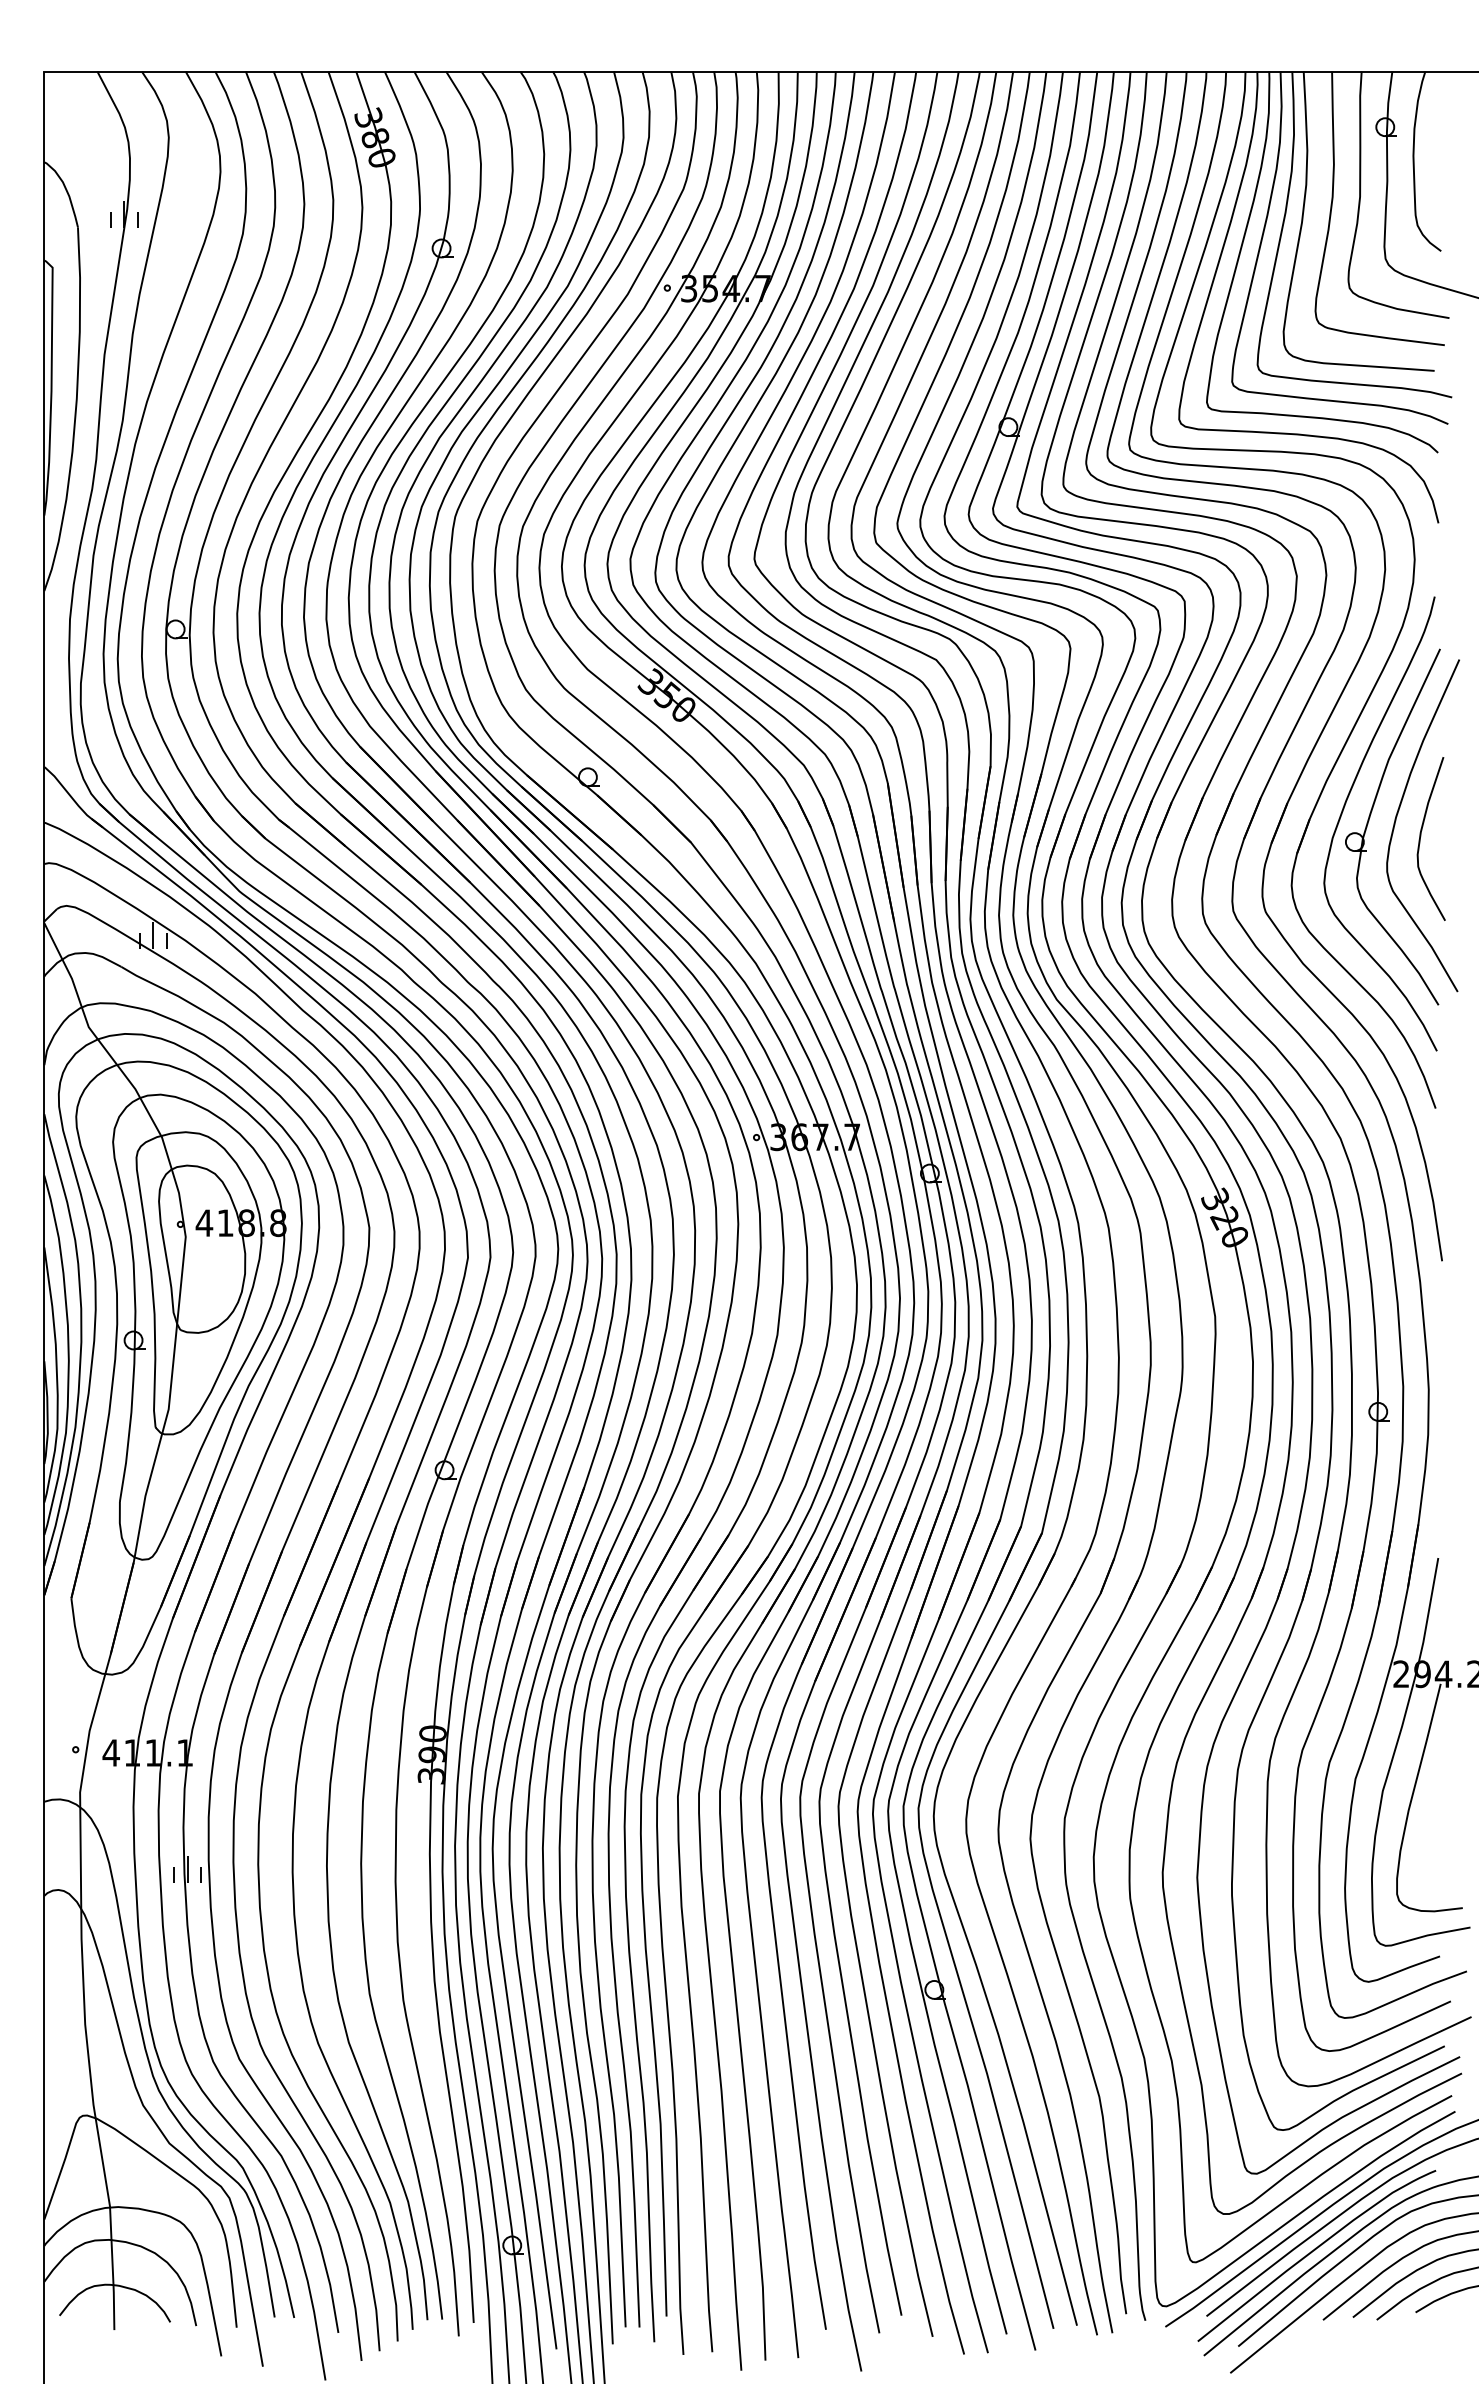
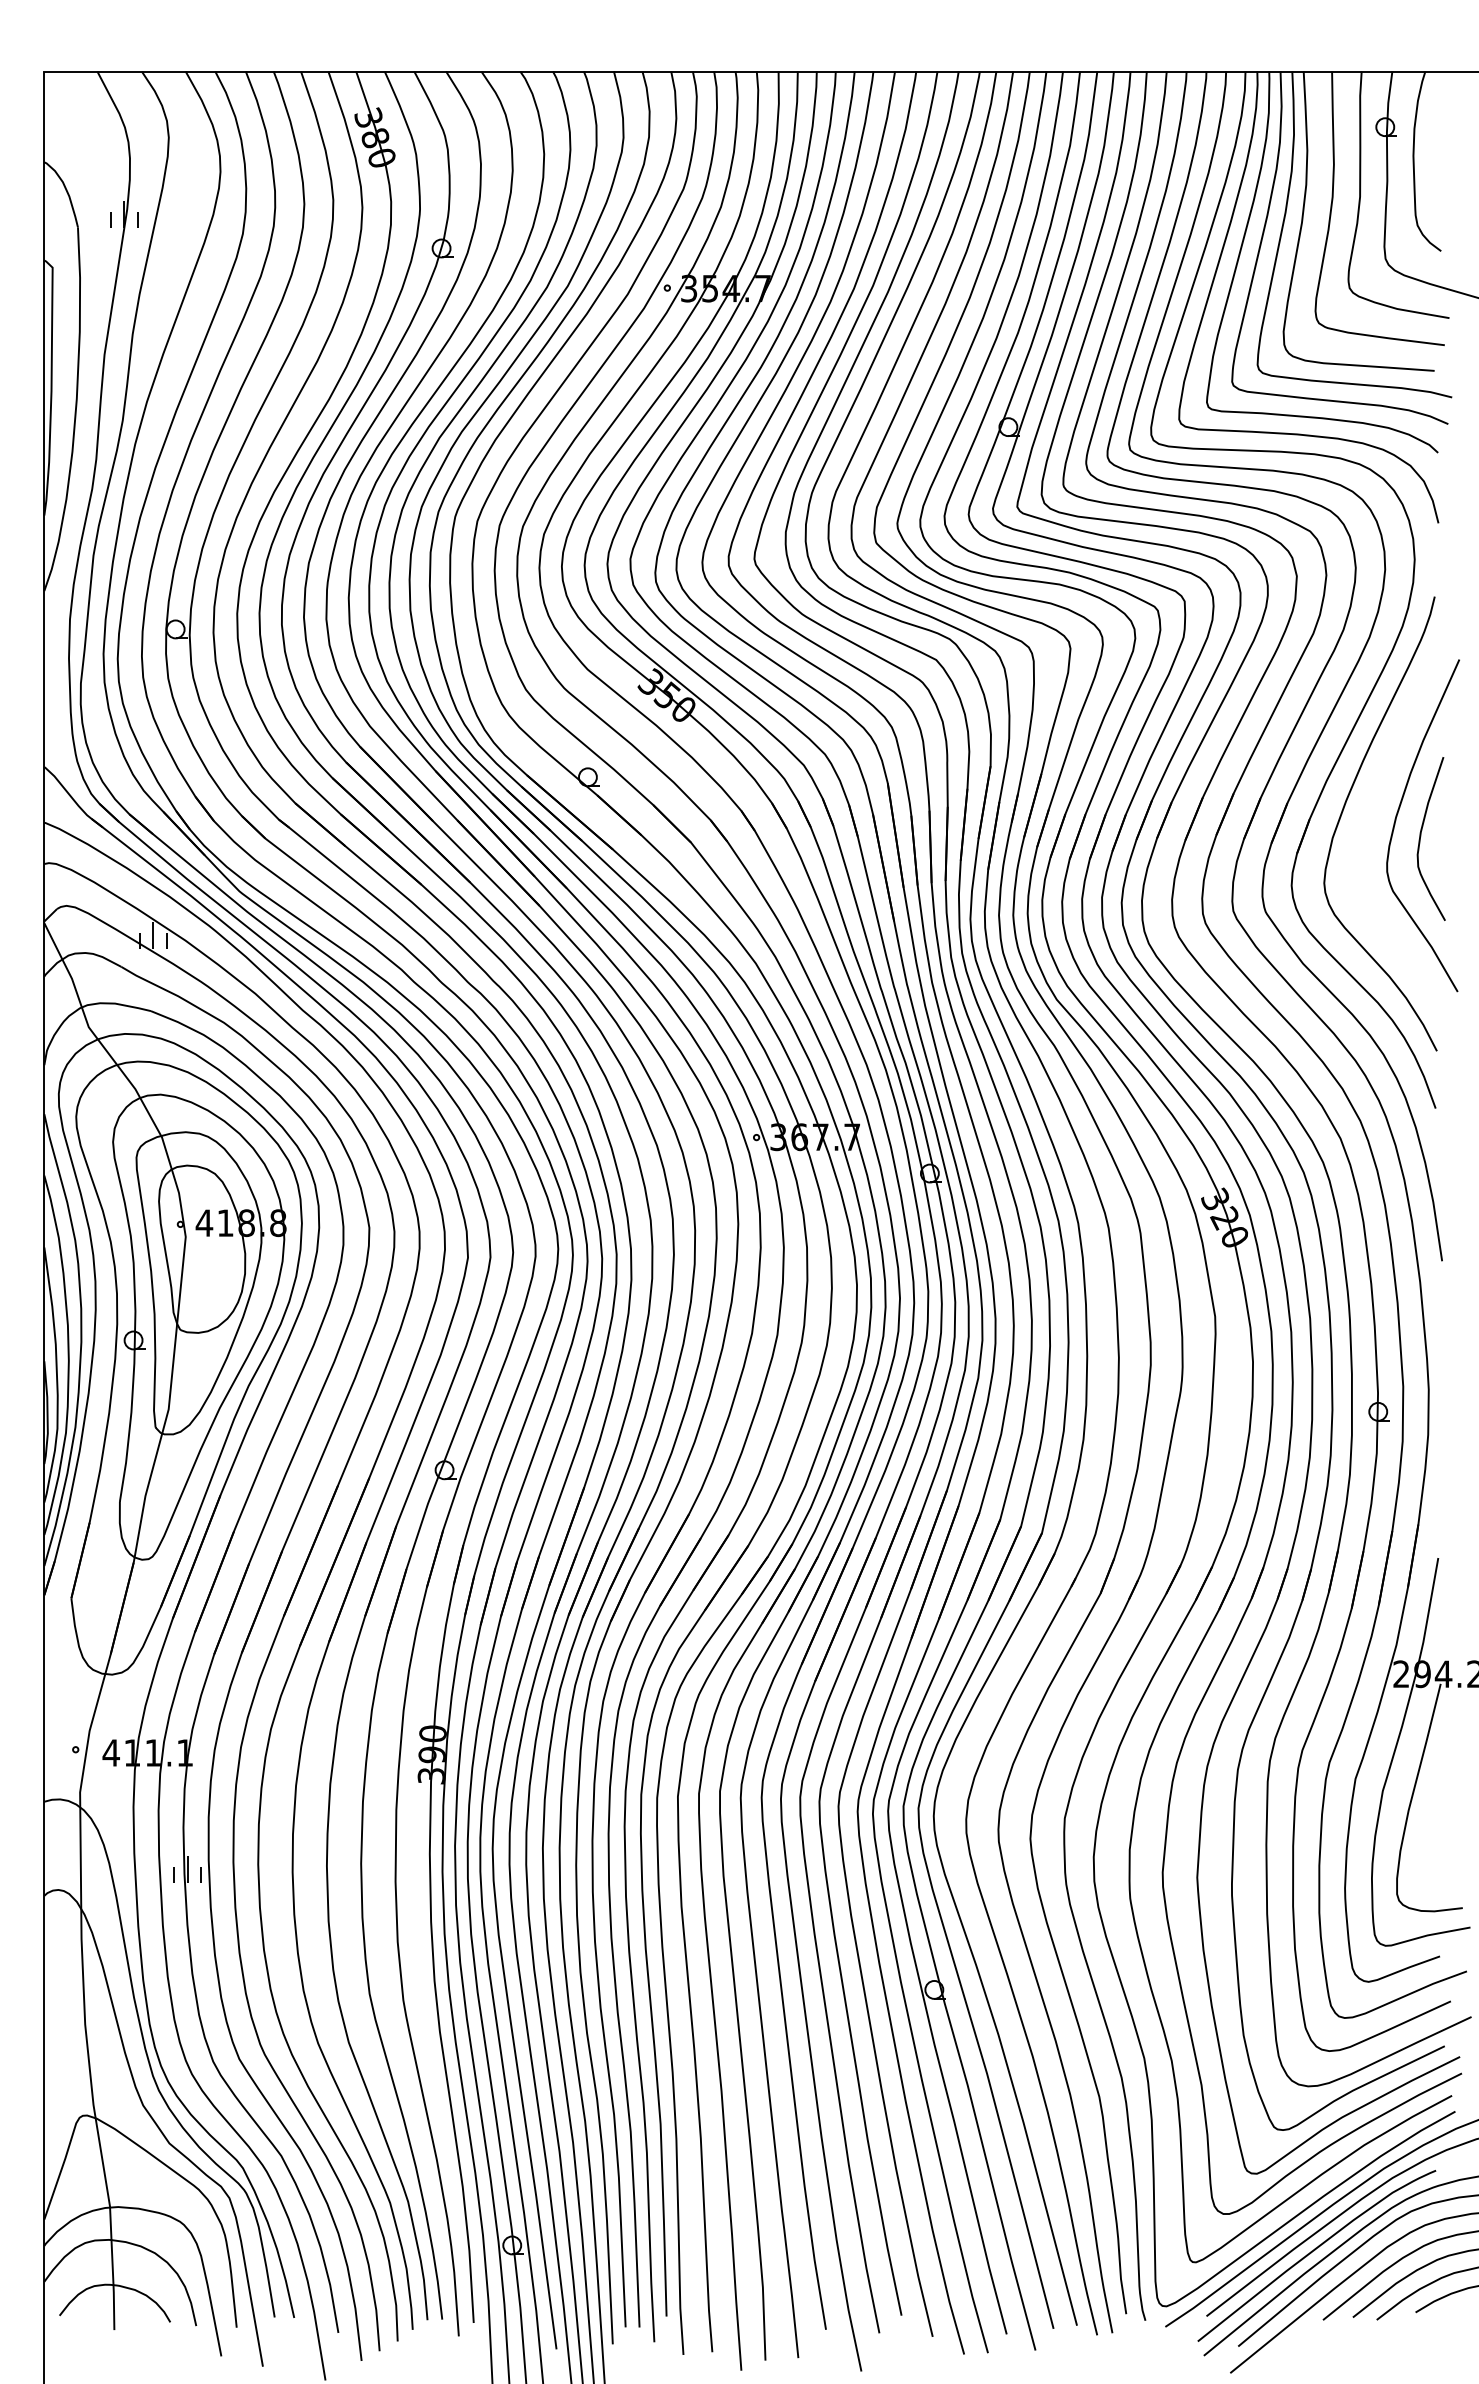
part at (1369, 821): present -> none
